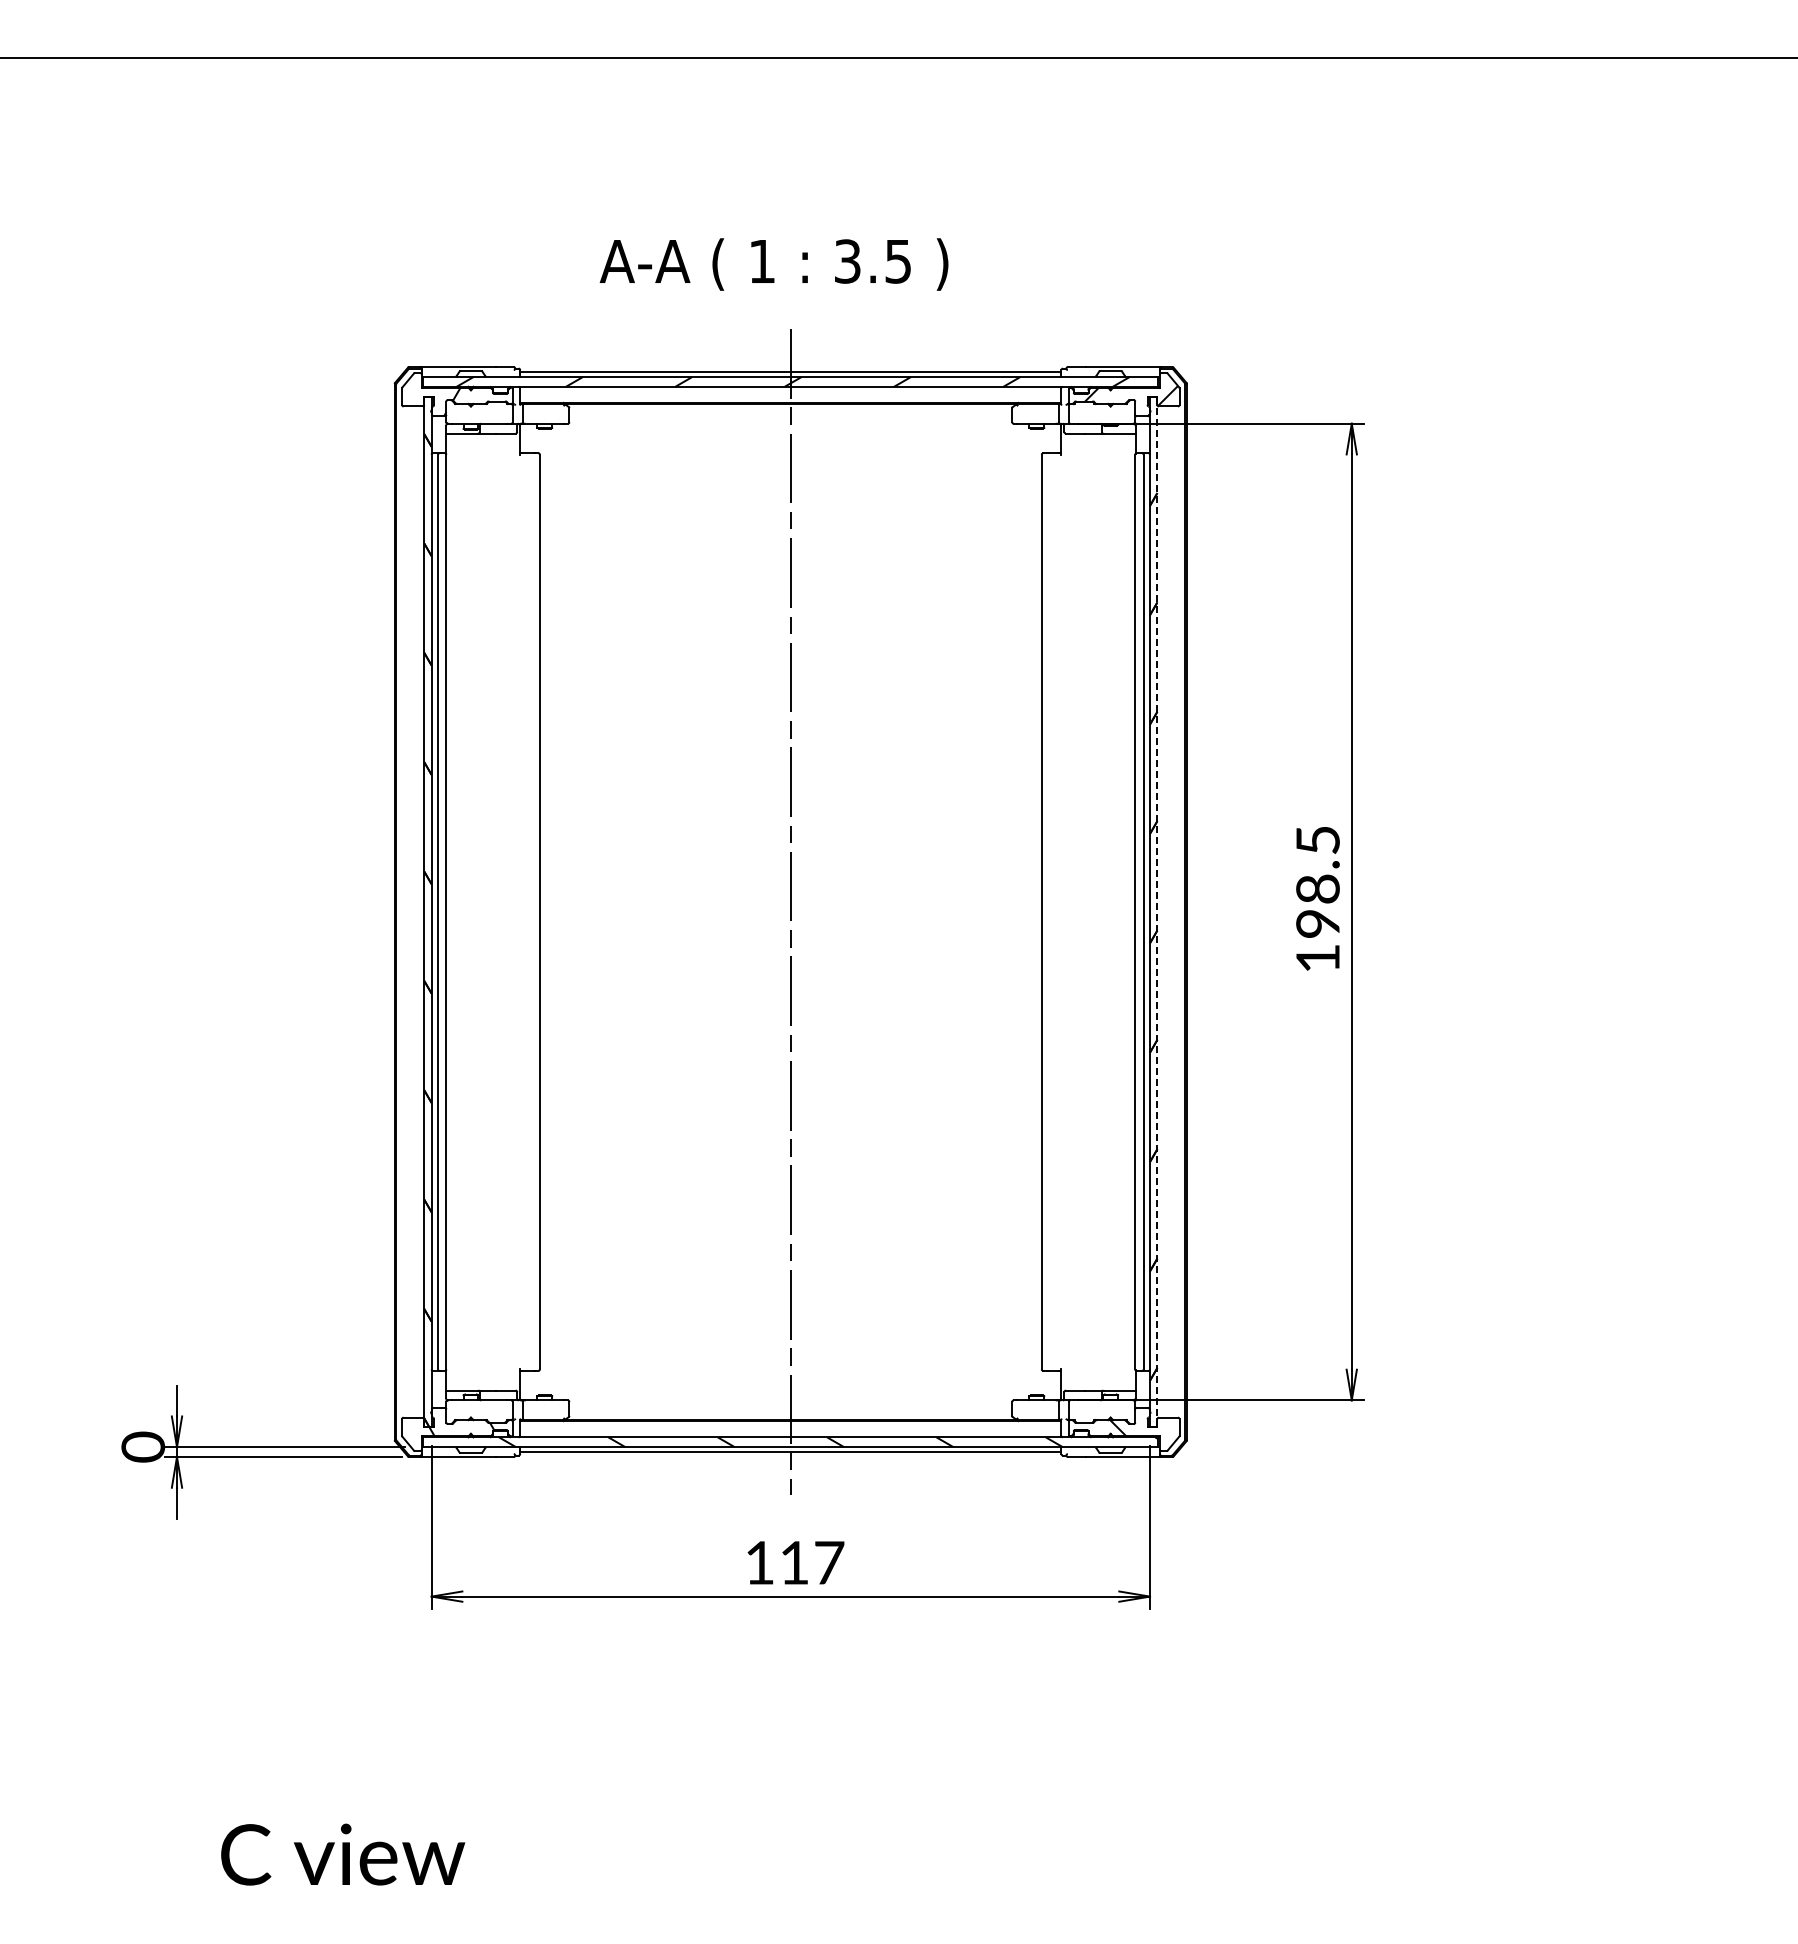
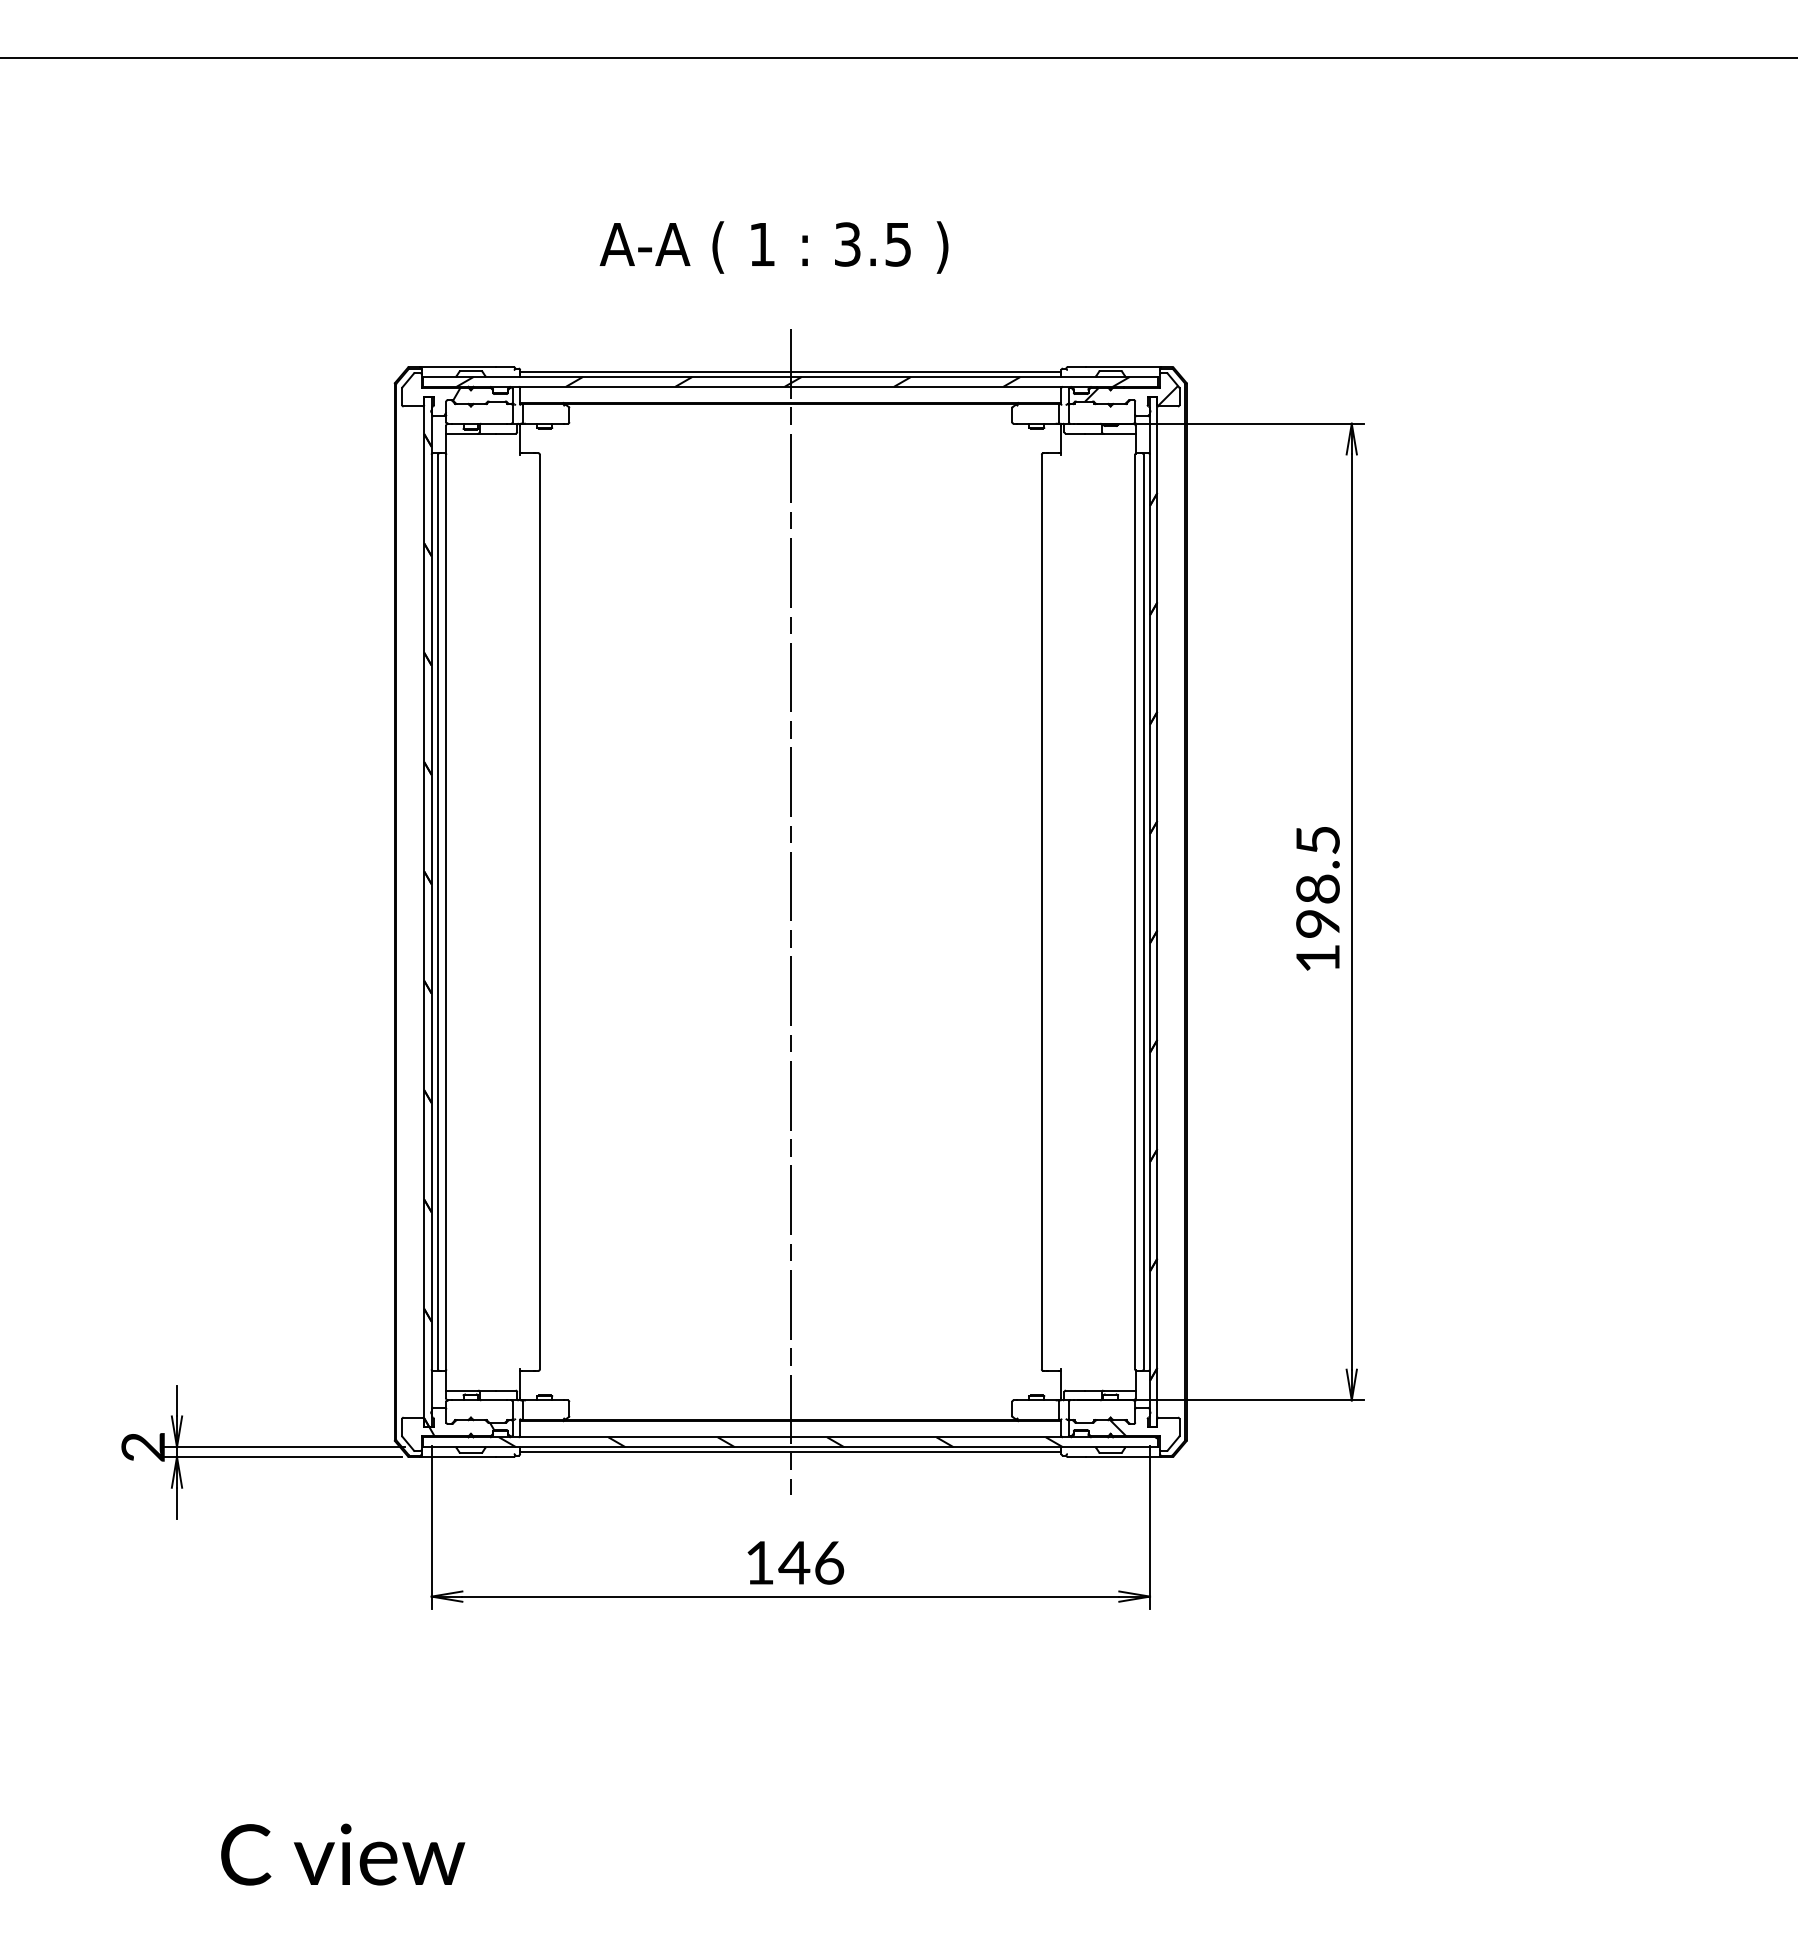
text at (773, 264) position: (773, 264) -> (773, 247)
line at (1157, 911): dashed -> solid
text at (143, 1446): 0 -> 2
text at (811, 1562): 117 -> 146
